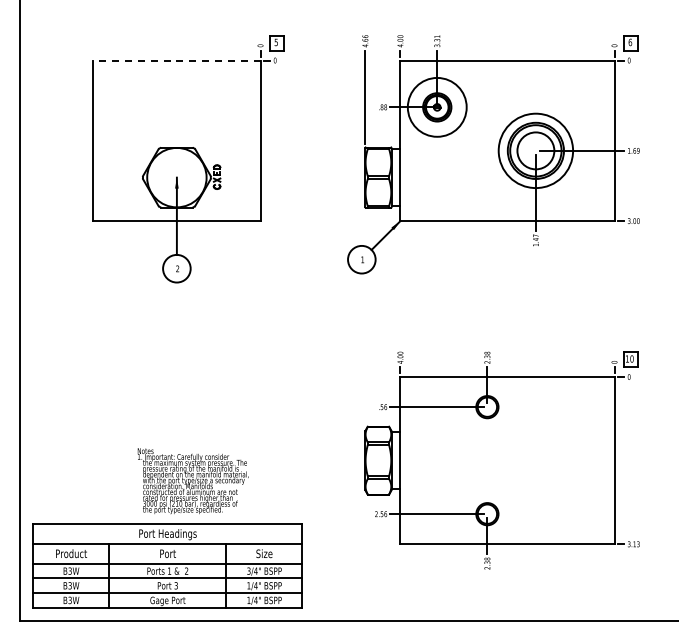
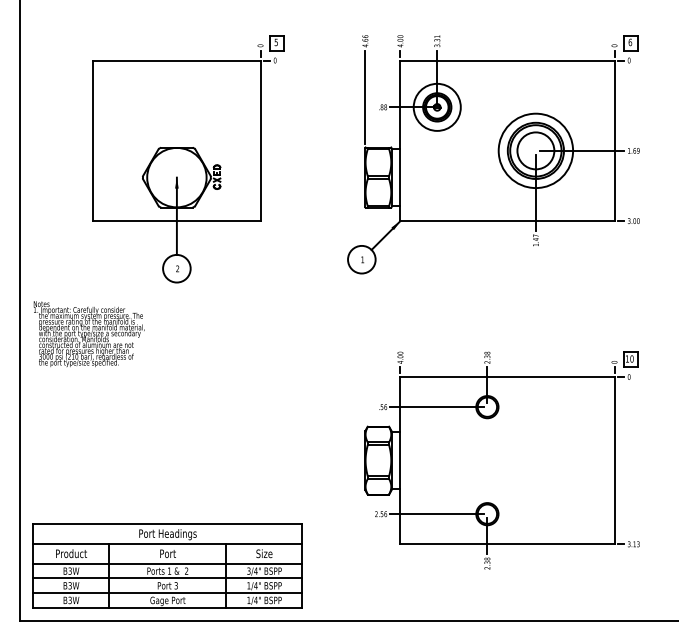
line at (176, 60): dashed -> solid
circle at (436, 106) diameter: 59 px -> 47 px
text at (192, 481) position: (192, 481) -> (88, 334)
